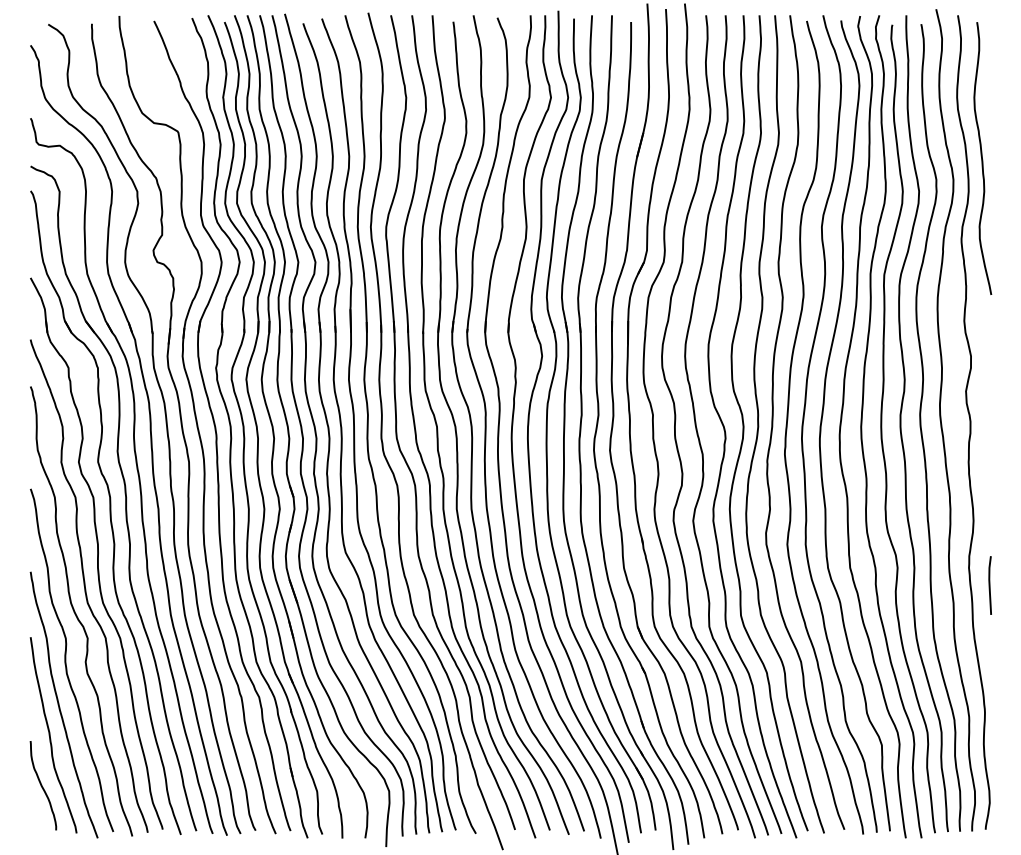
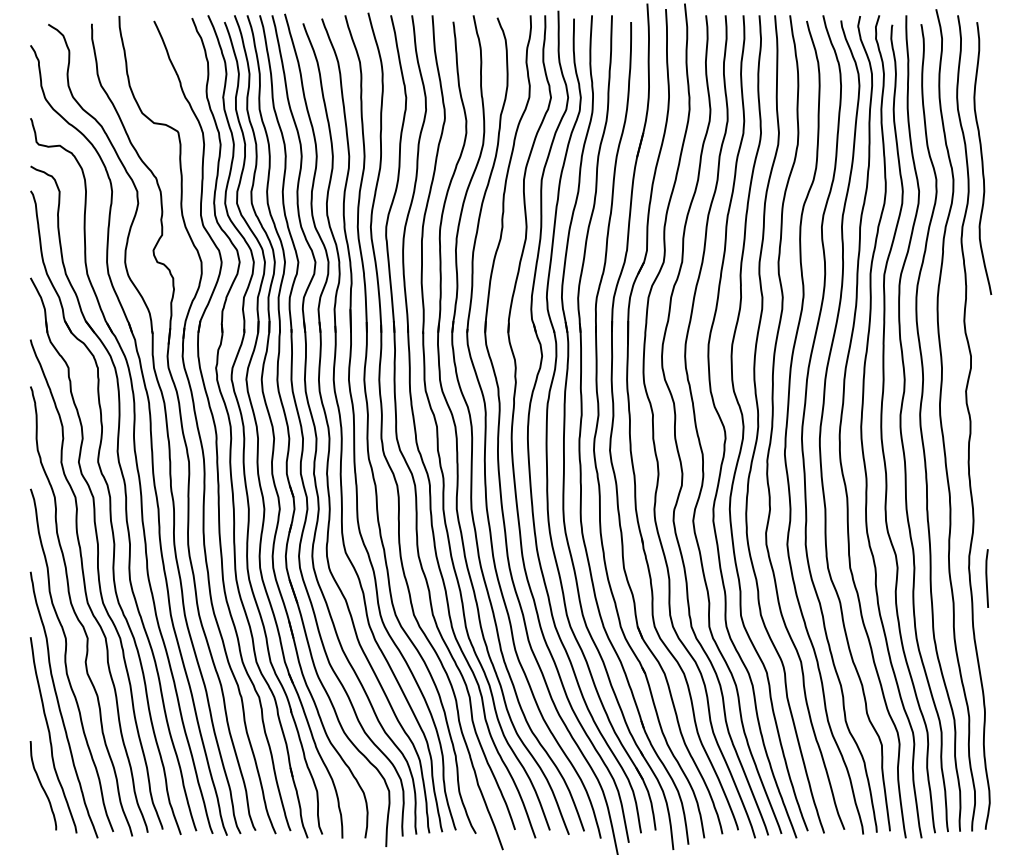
line at (989, 585) position: (989, 585) -> (986, 578)
